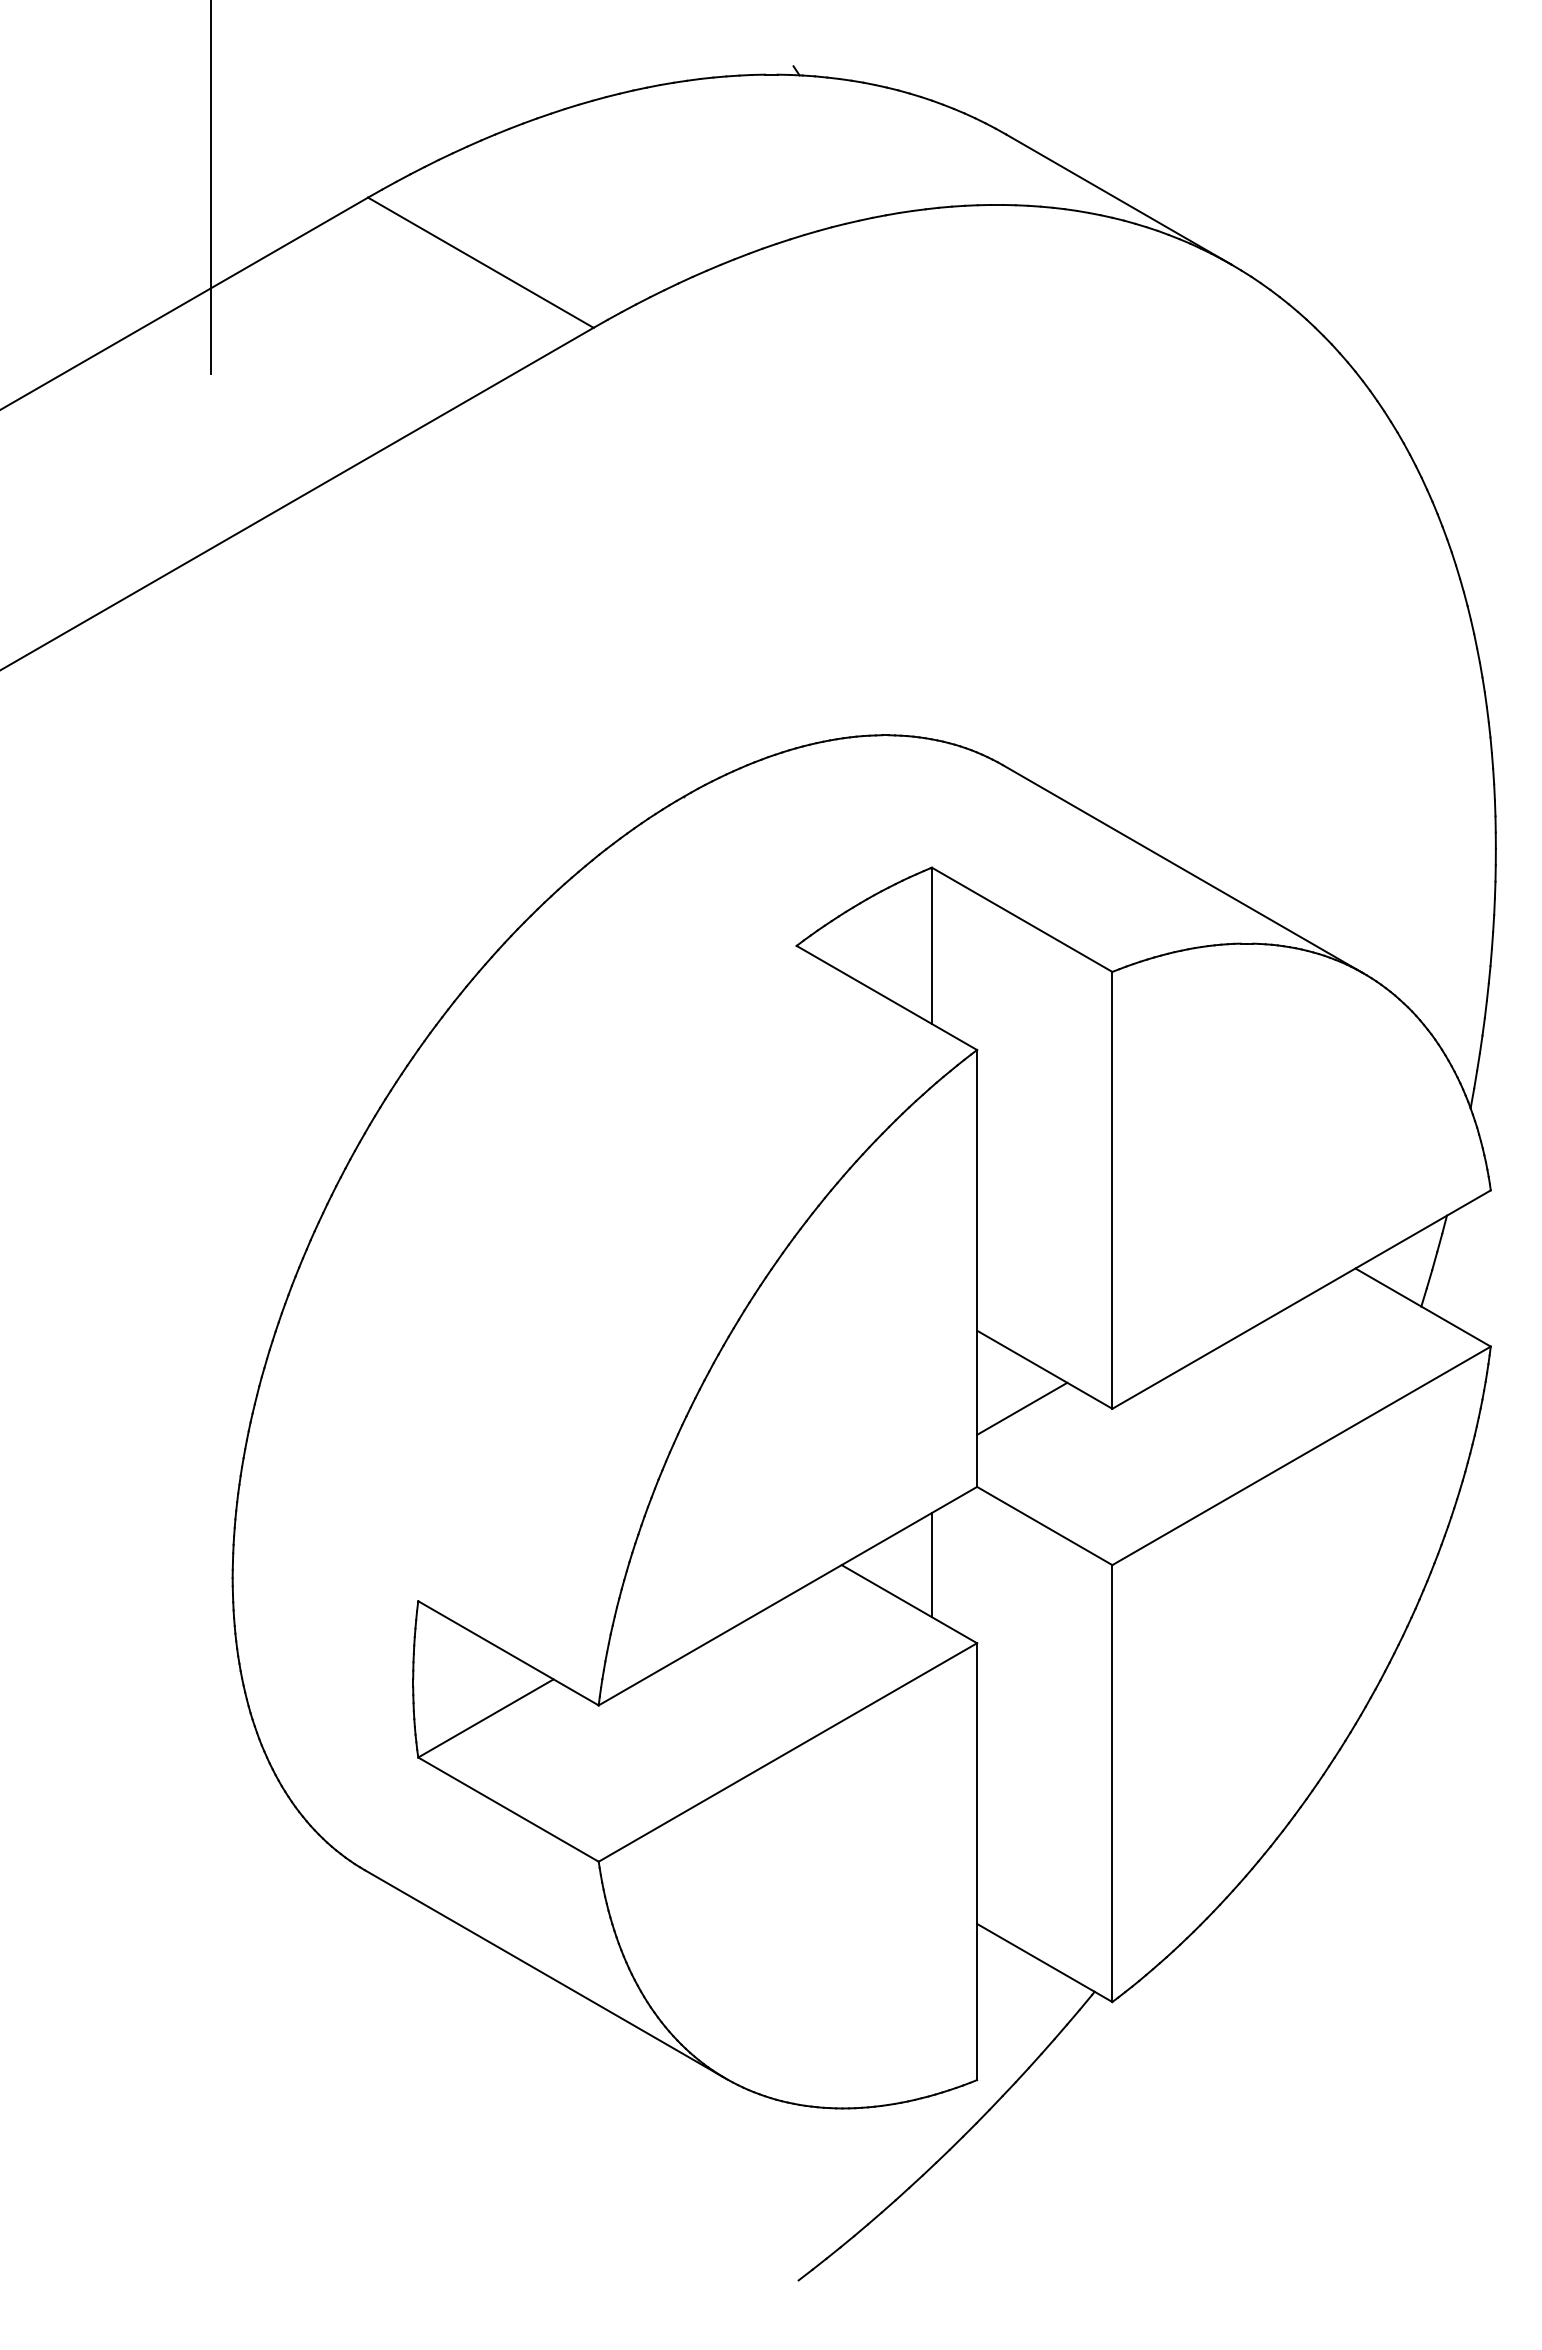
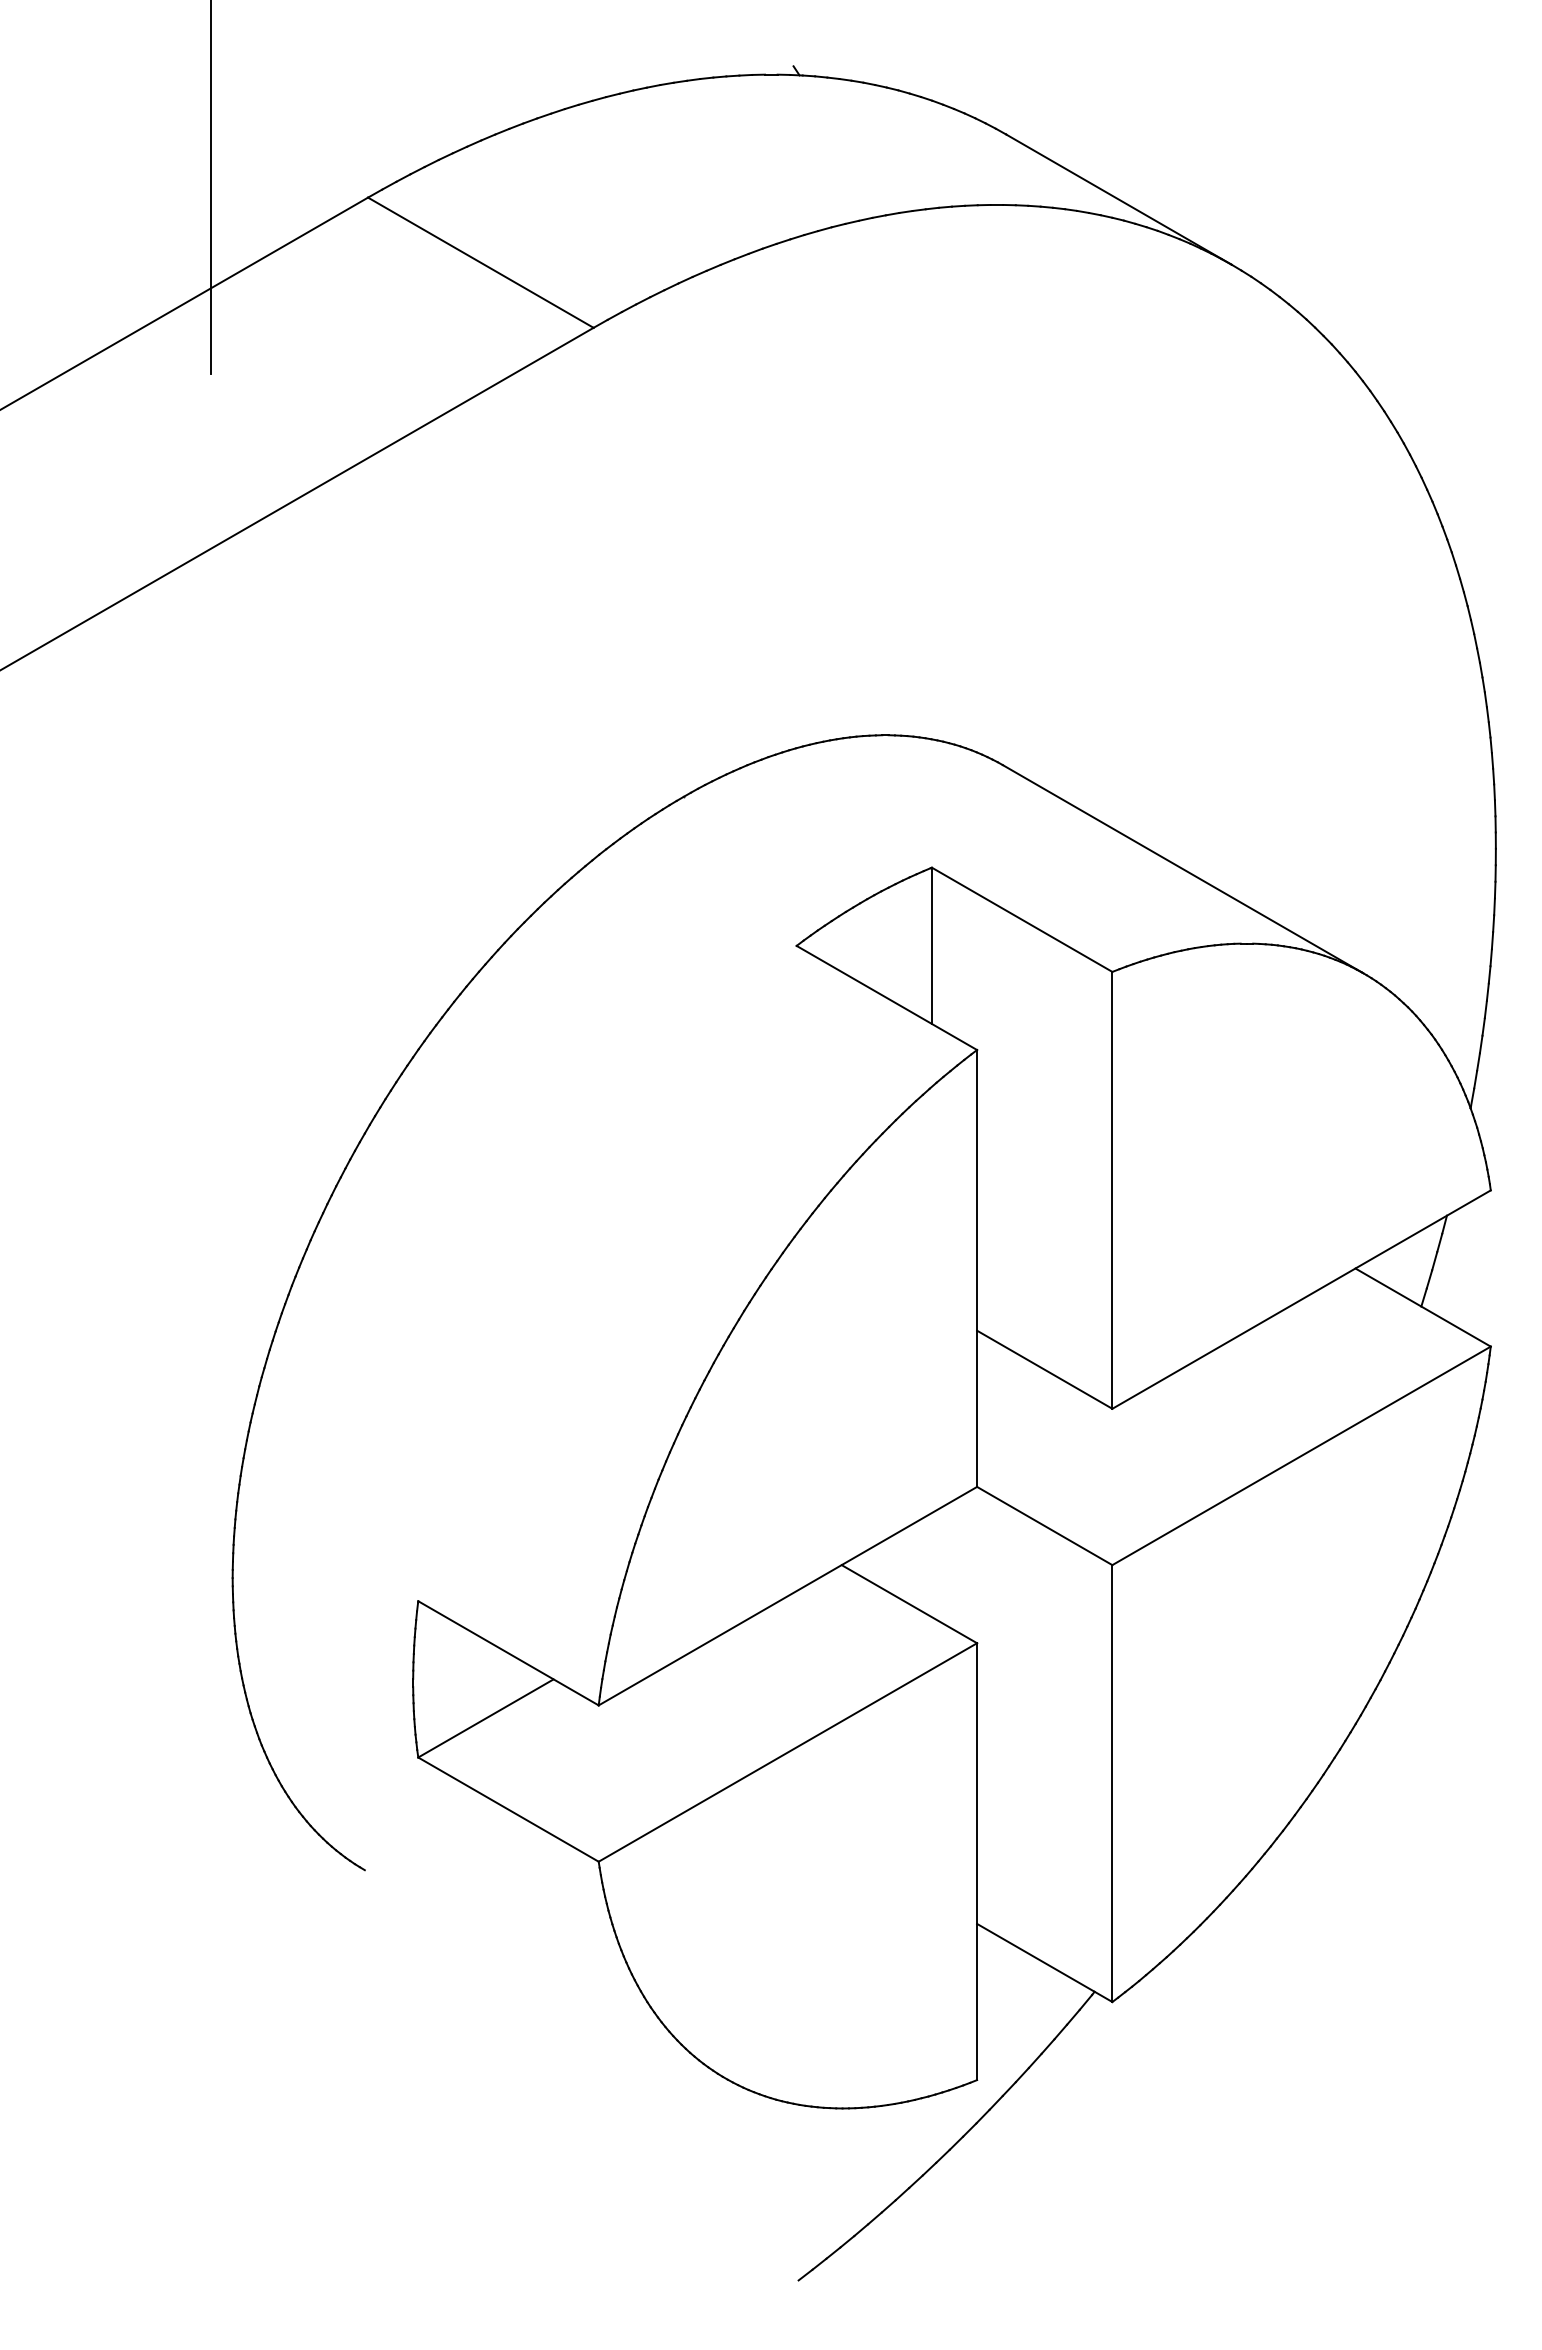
line at (1022, 1408): present -> none
line at (931, 1565): present -> none
line at (544, 1974): present -> none
